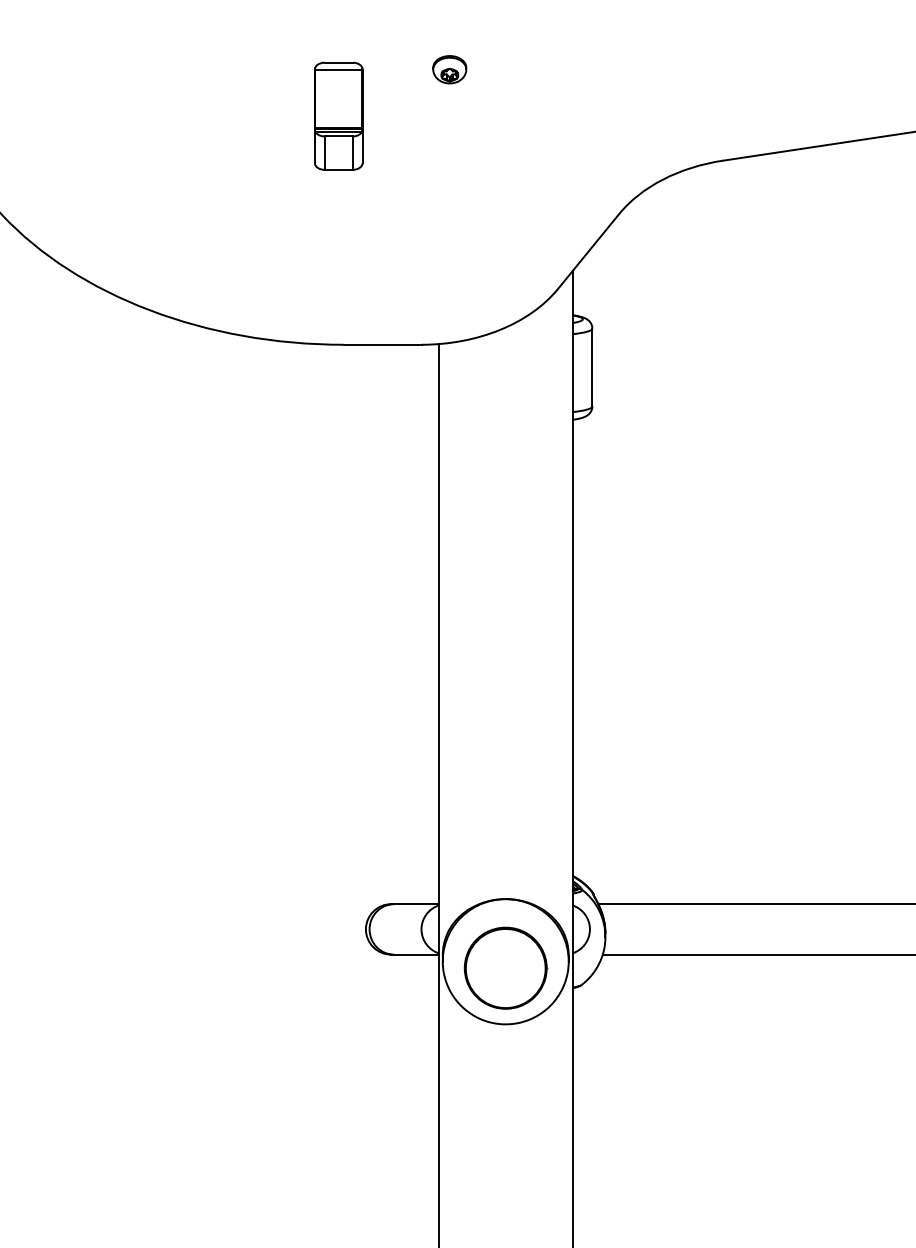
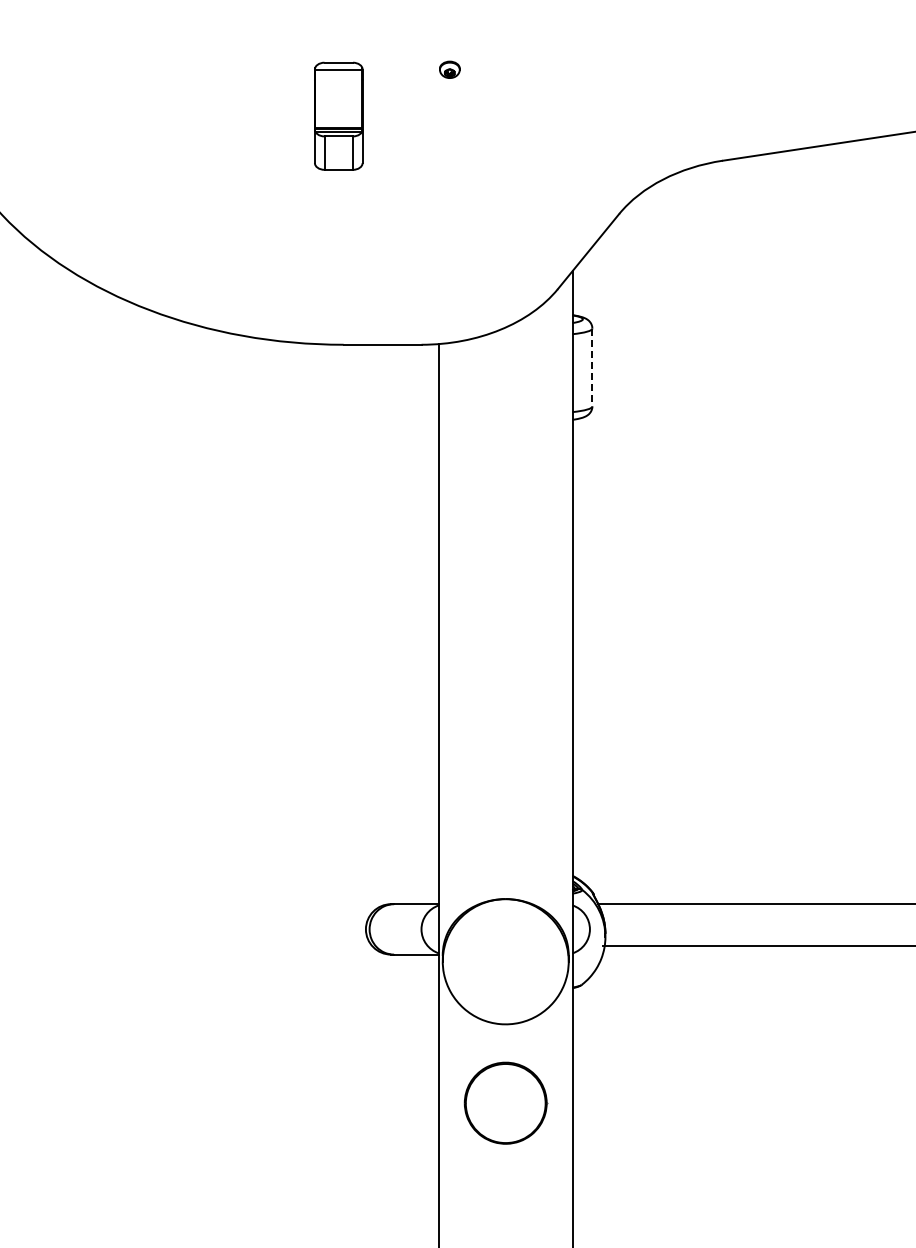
part at (449, 69) size: 36x30 px -> 22x19 px
line at (592, 367): solid -> dashed
line at (757, 954) position: (757, 954) -> (757, 945)
part at (505, 967) position: (505, 967) -> (505, 1102)
